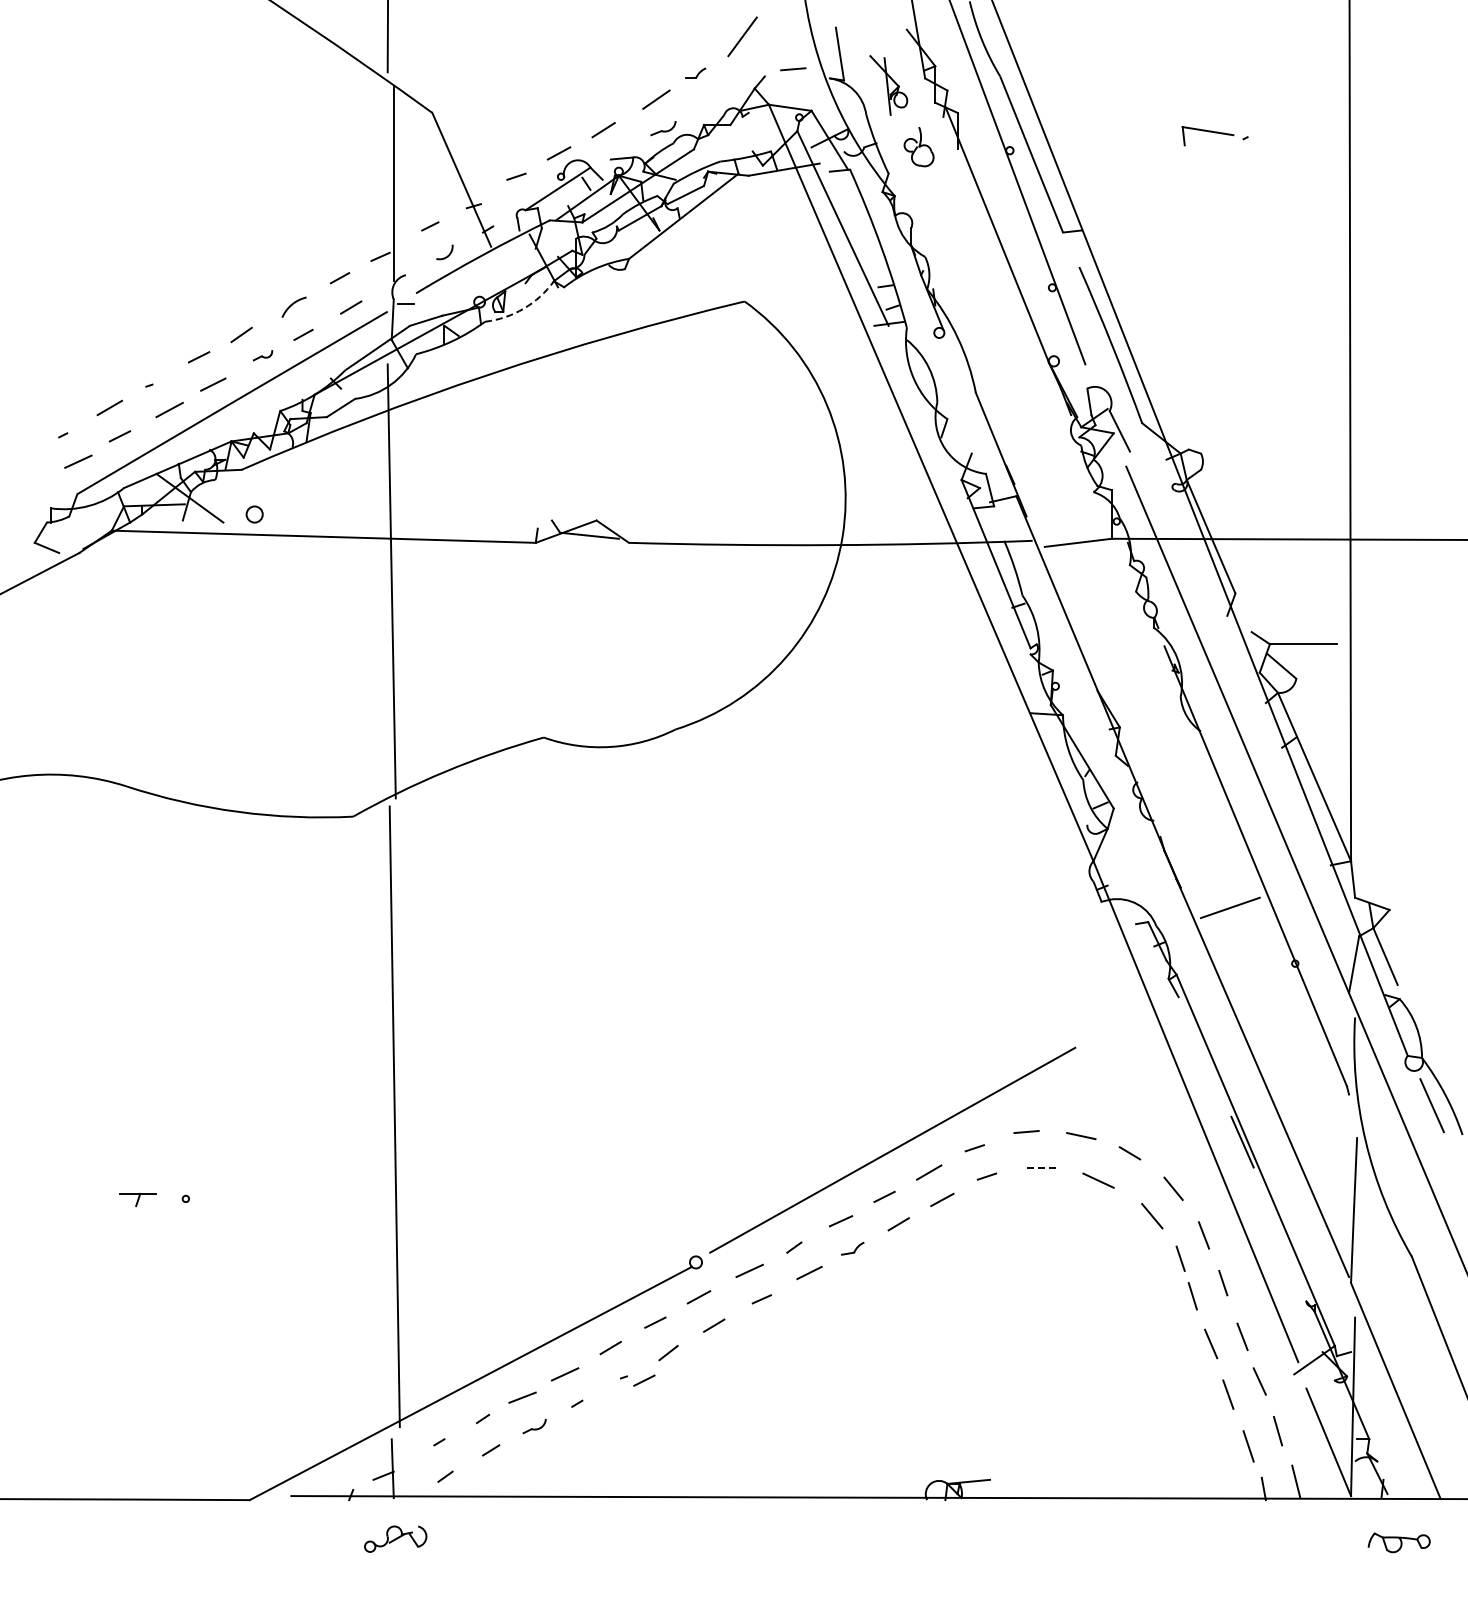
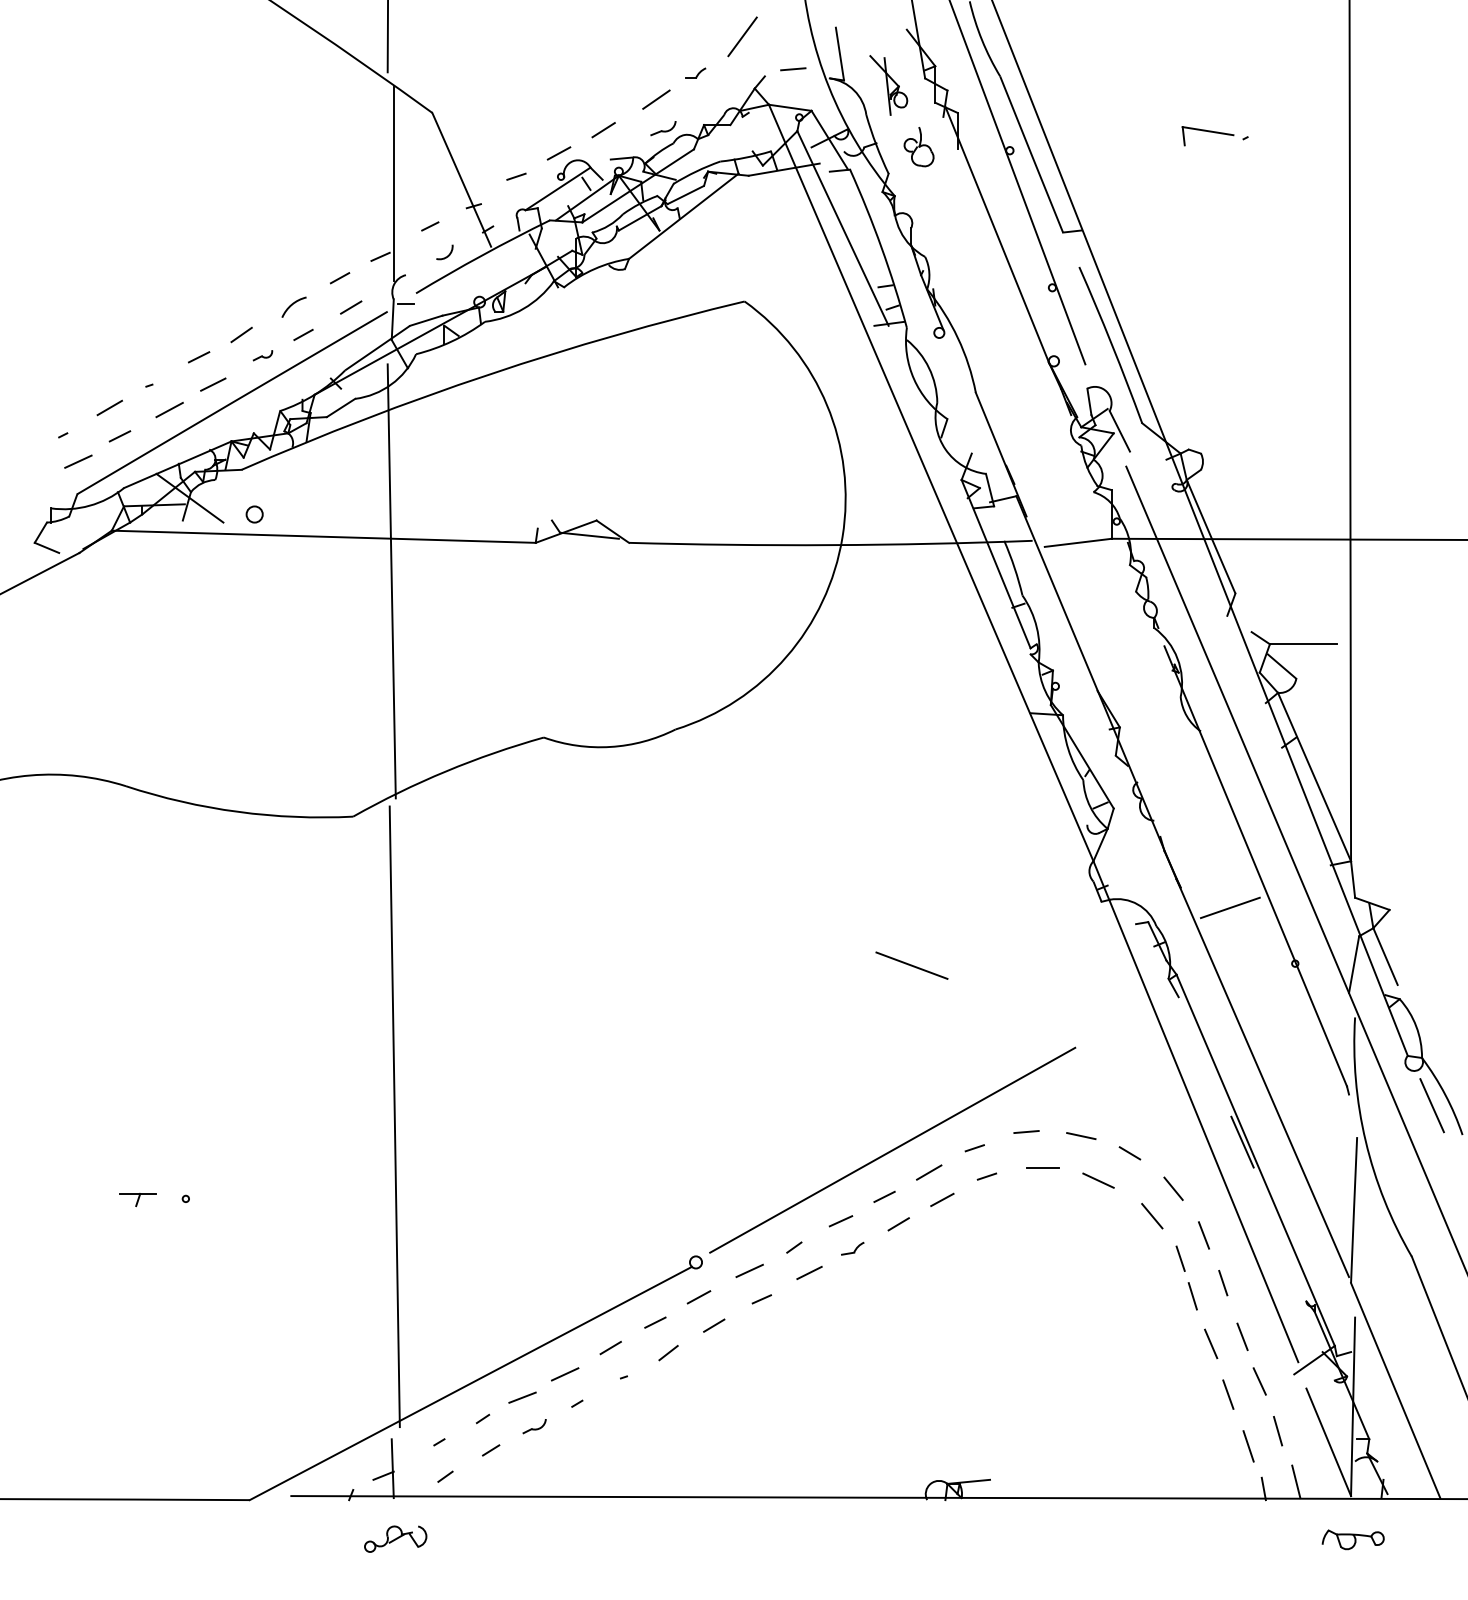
arc at (523, 308): dashed -> solid
line at (911, 965): none -> present
line at (1043, 1167): dashed -> solid
line at (644, 1380): present -> none
part at (1398, 1542) position: (1398, 1542) -> (1352, 1539)
